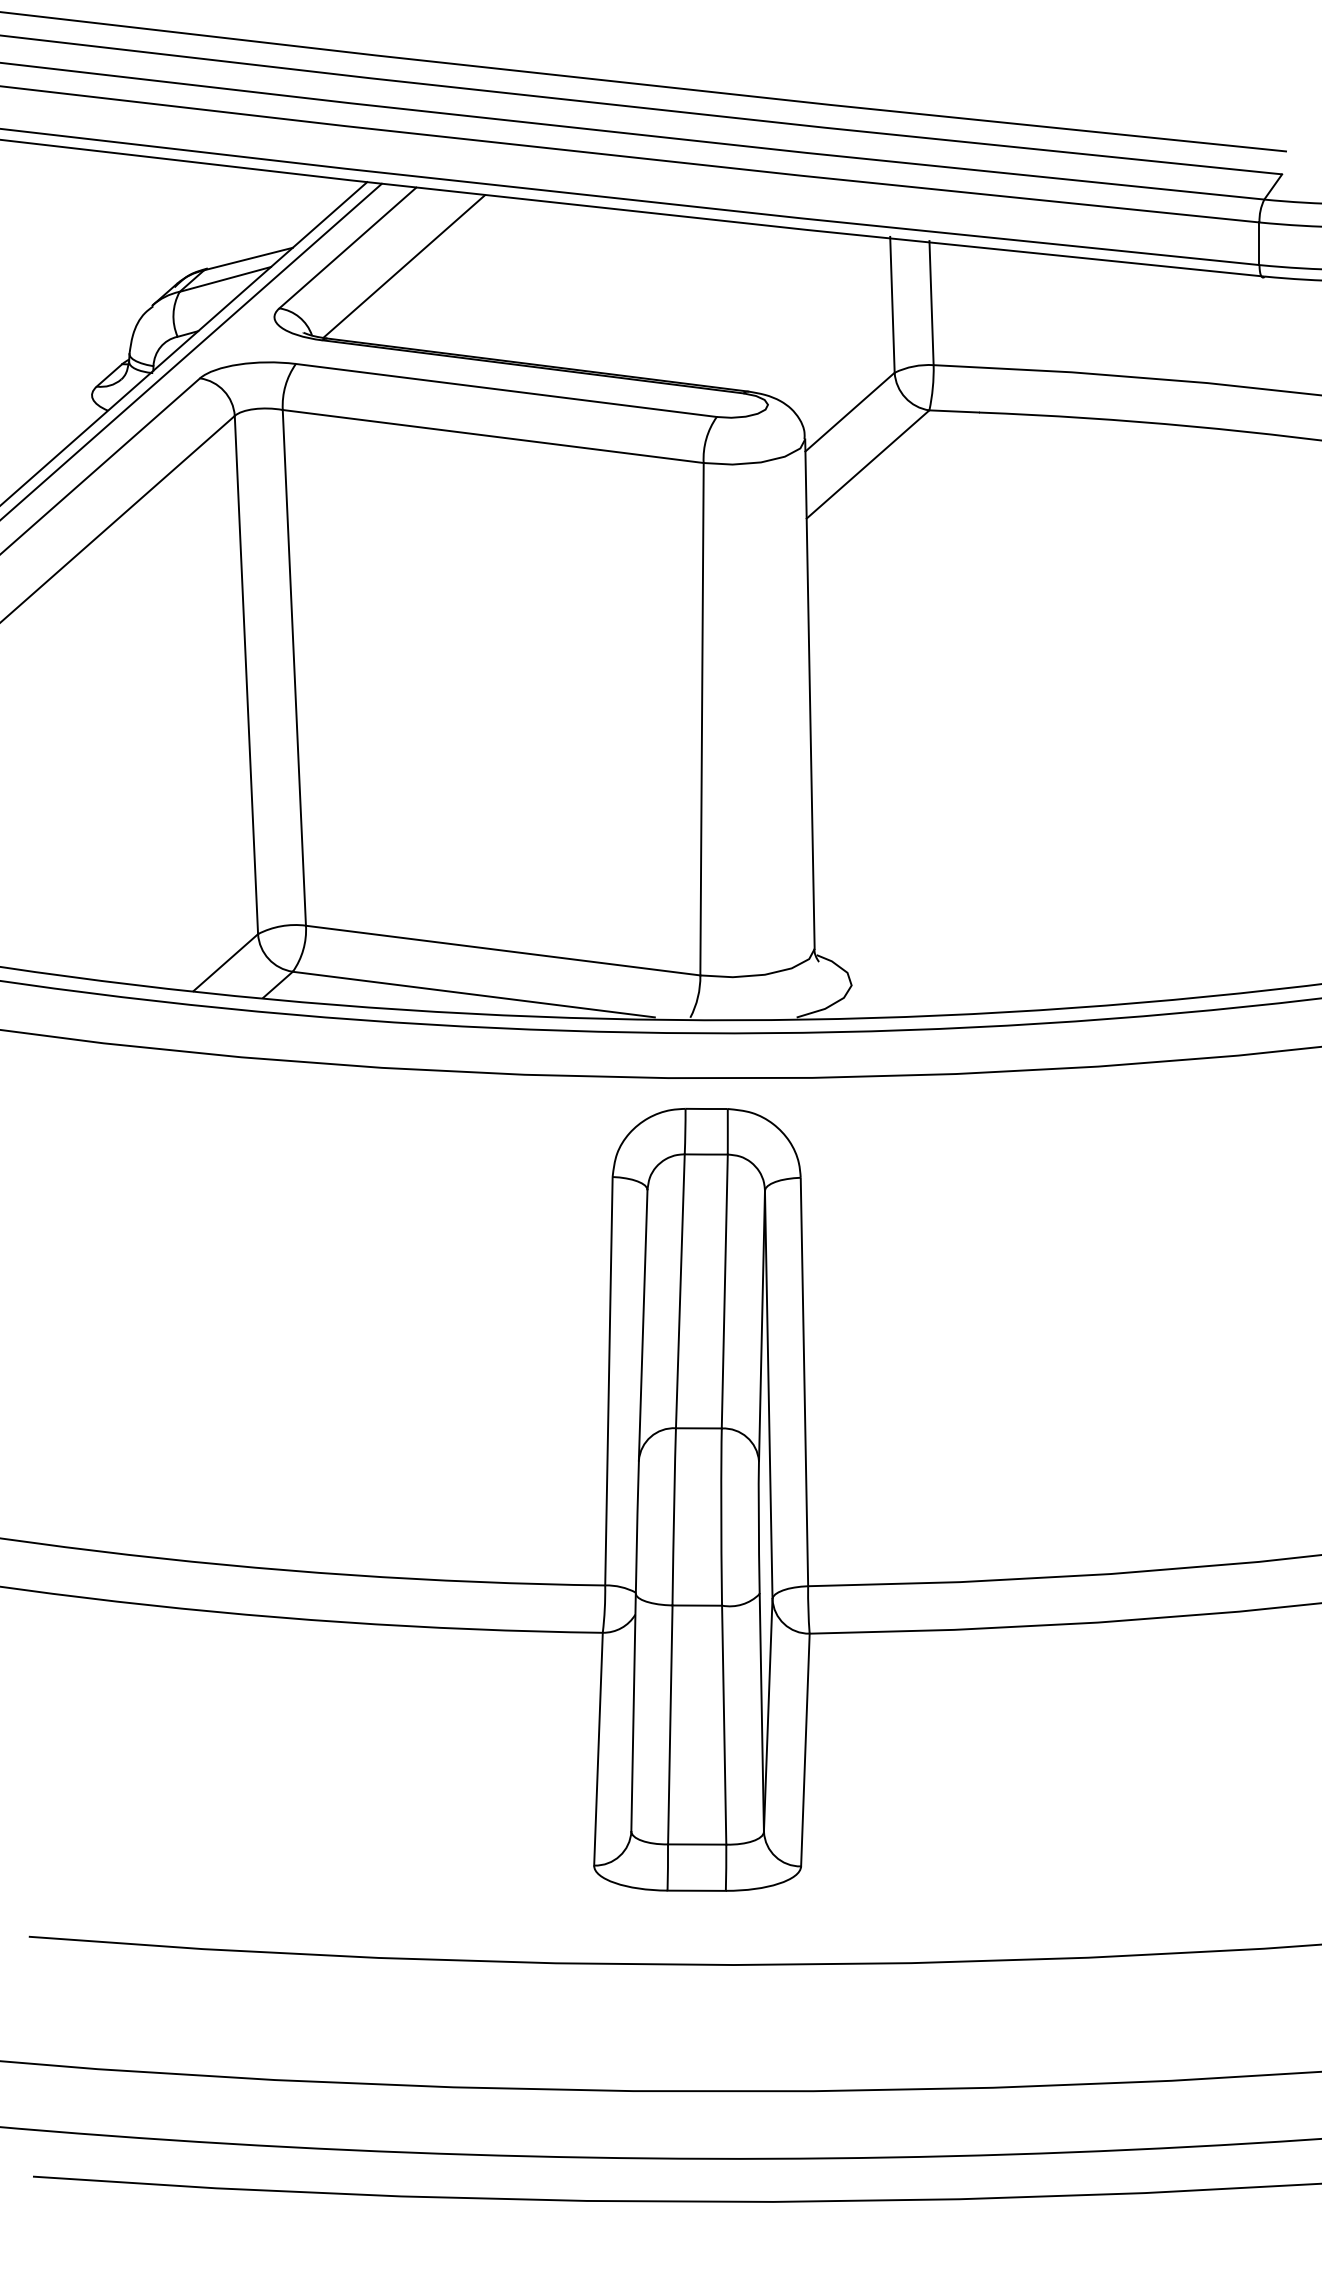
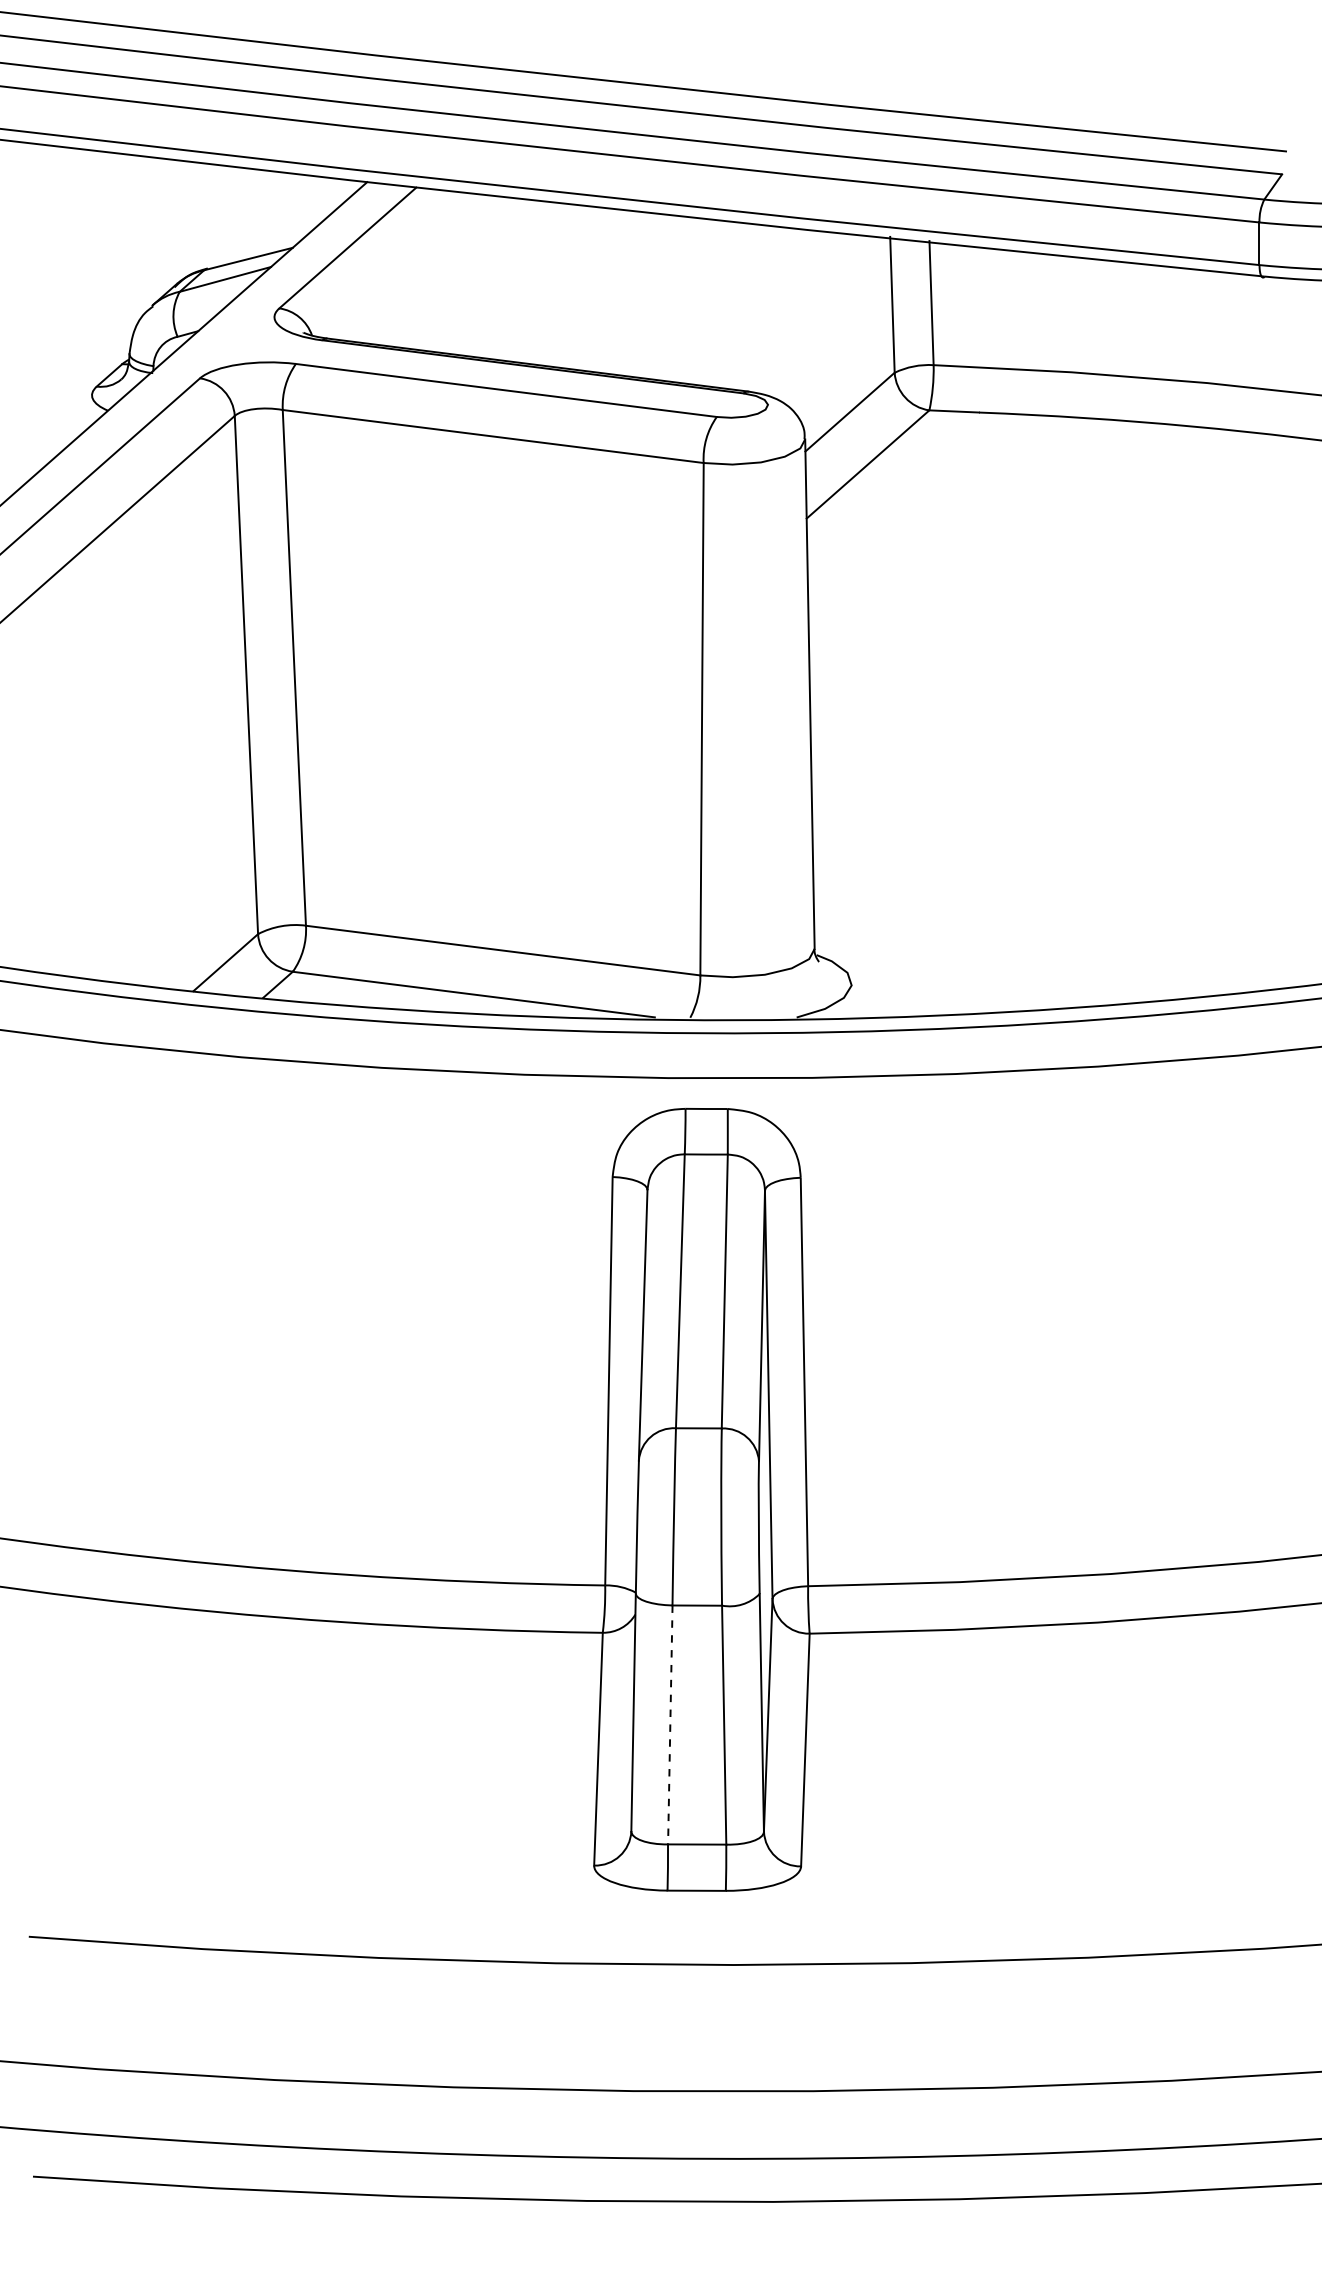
line at (404, 266): present -> none
line at (191, 350): present -> none
line at (670, 1725): solid -> dashed
